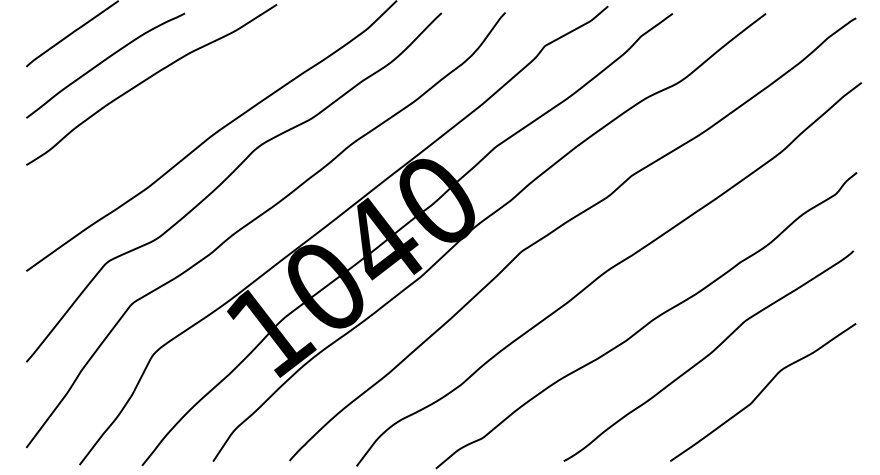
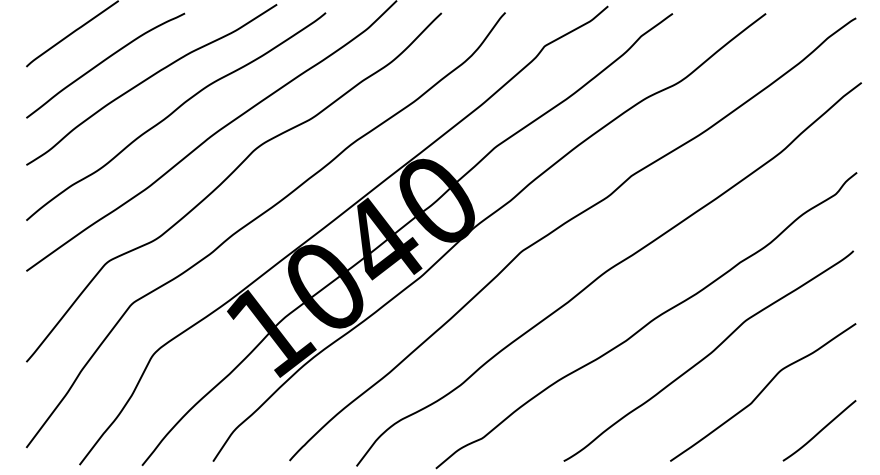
curve at (173, 113): none -> present
curve at (819, 430): none -> present
